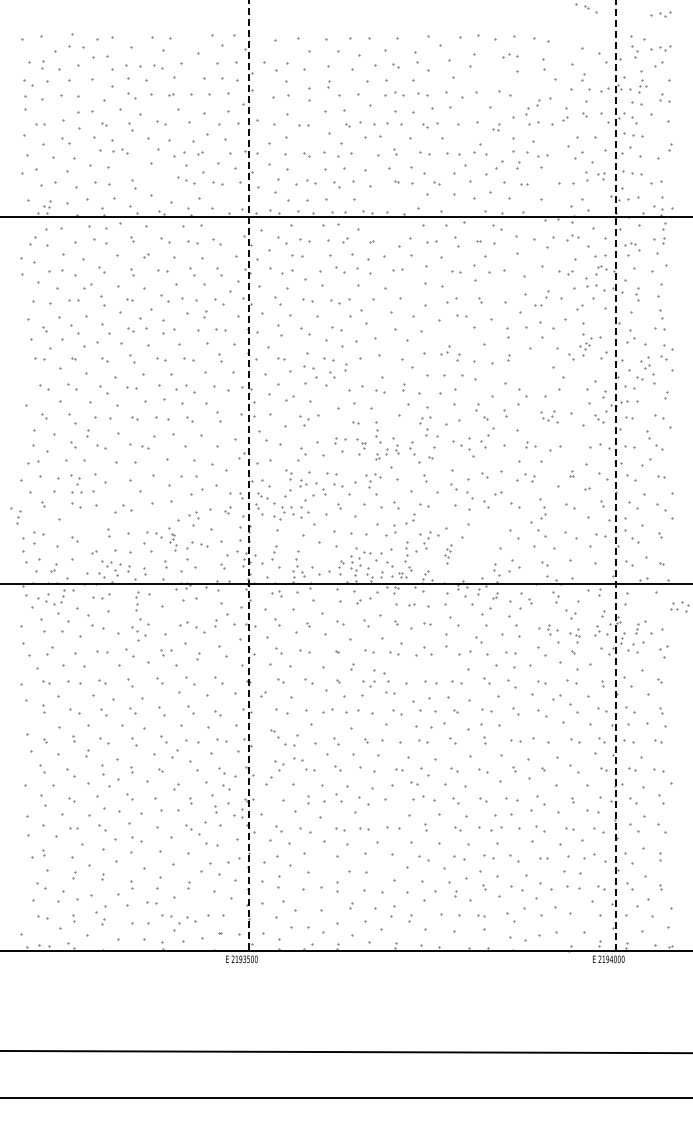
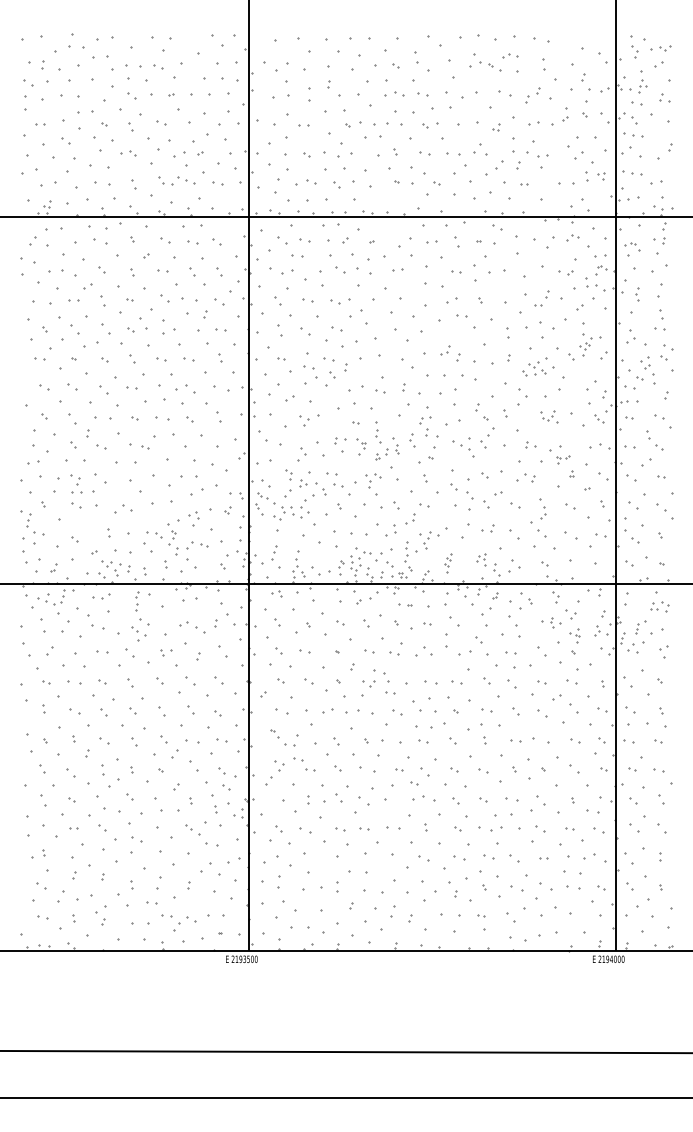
part at (586, 8) position: (586, 8) -> (490, 66)
part at (660, 14): present -> none
part at (532, 107) position: (532, 107) -> (532, 95)
part at (120, 151) position: (120, 151) -> (128, 153)
part at (165, 180): none -> present
part at (534, 366): none -> present
part at (412, 448) position: (412, 448) -> (412, 440)
part at (563, 459): none -> present
line at (616, 475): dashed -> solid
line at (249, 476): dashed -> solid
part at (15, 515) position: (15, 515) -> (25, 518)
part at (487, 528): none -> present
part at (172, 539) size: 10x25 px -> 12x33 px
part at (448, 554) position: (448, 554) -> (448, 563)
part at (481, 559): none -> present
part at (405, 604) size: 21x4 px -> 15x4 px
part at (679, 606) position: (679, 606) -> (659, 606)
part at (548, 629) position: (548, 629) -> (551, 622)
